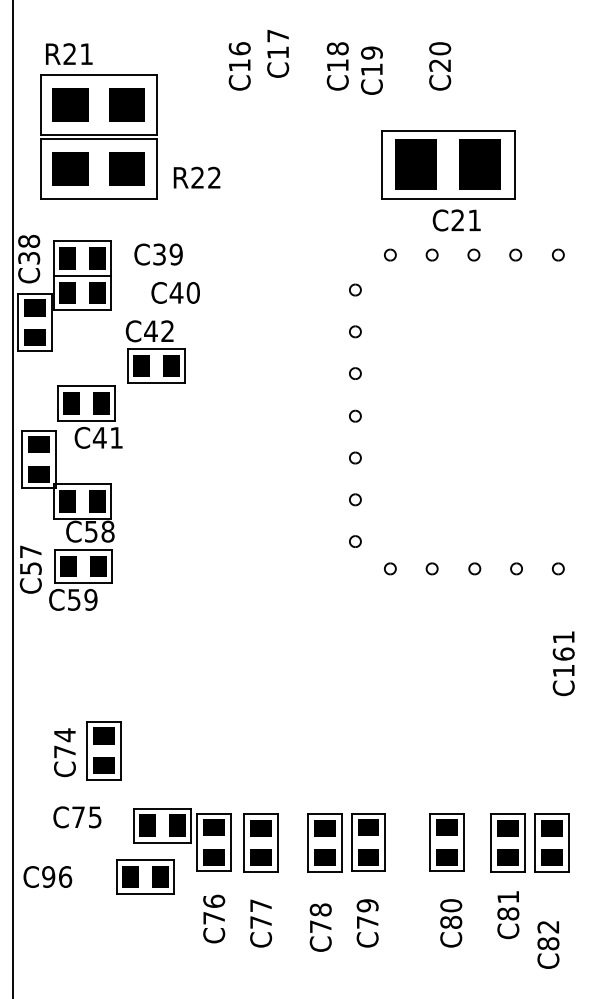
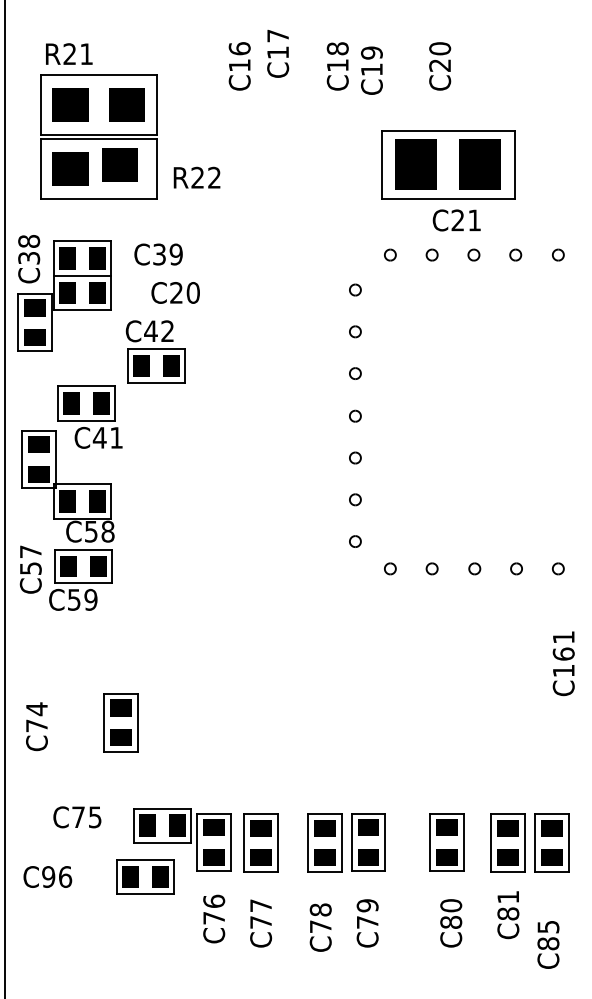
part at (126, 168) position: (126, 168) -> (119, 164)
text at (176, 292): C40 -> C20
line at (12, 498) position: (12, 498) -> (4, 498)
part at (103, 750) position: (103, 750) -> (120, 722)
text at (64, 752) position: (64, 752) -> (36, 726)
text at (548, 927): C82 -> C85
